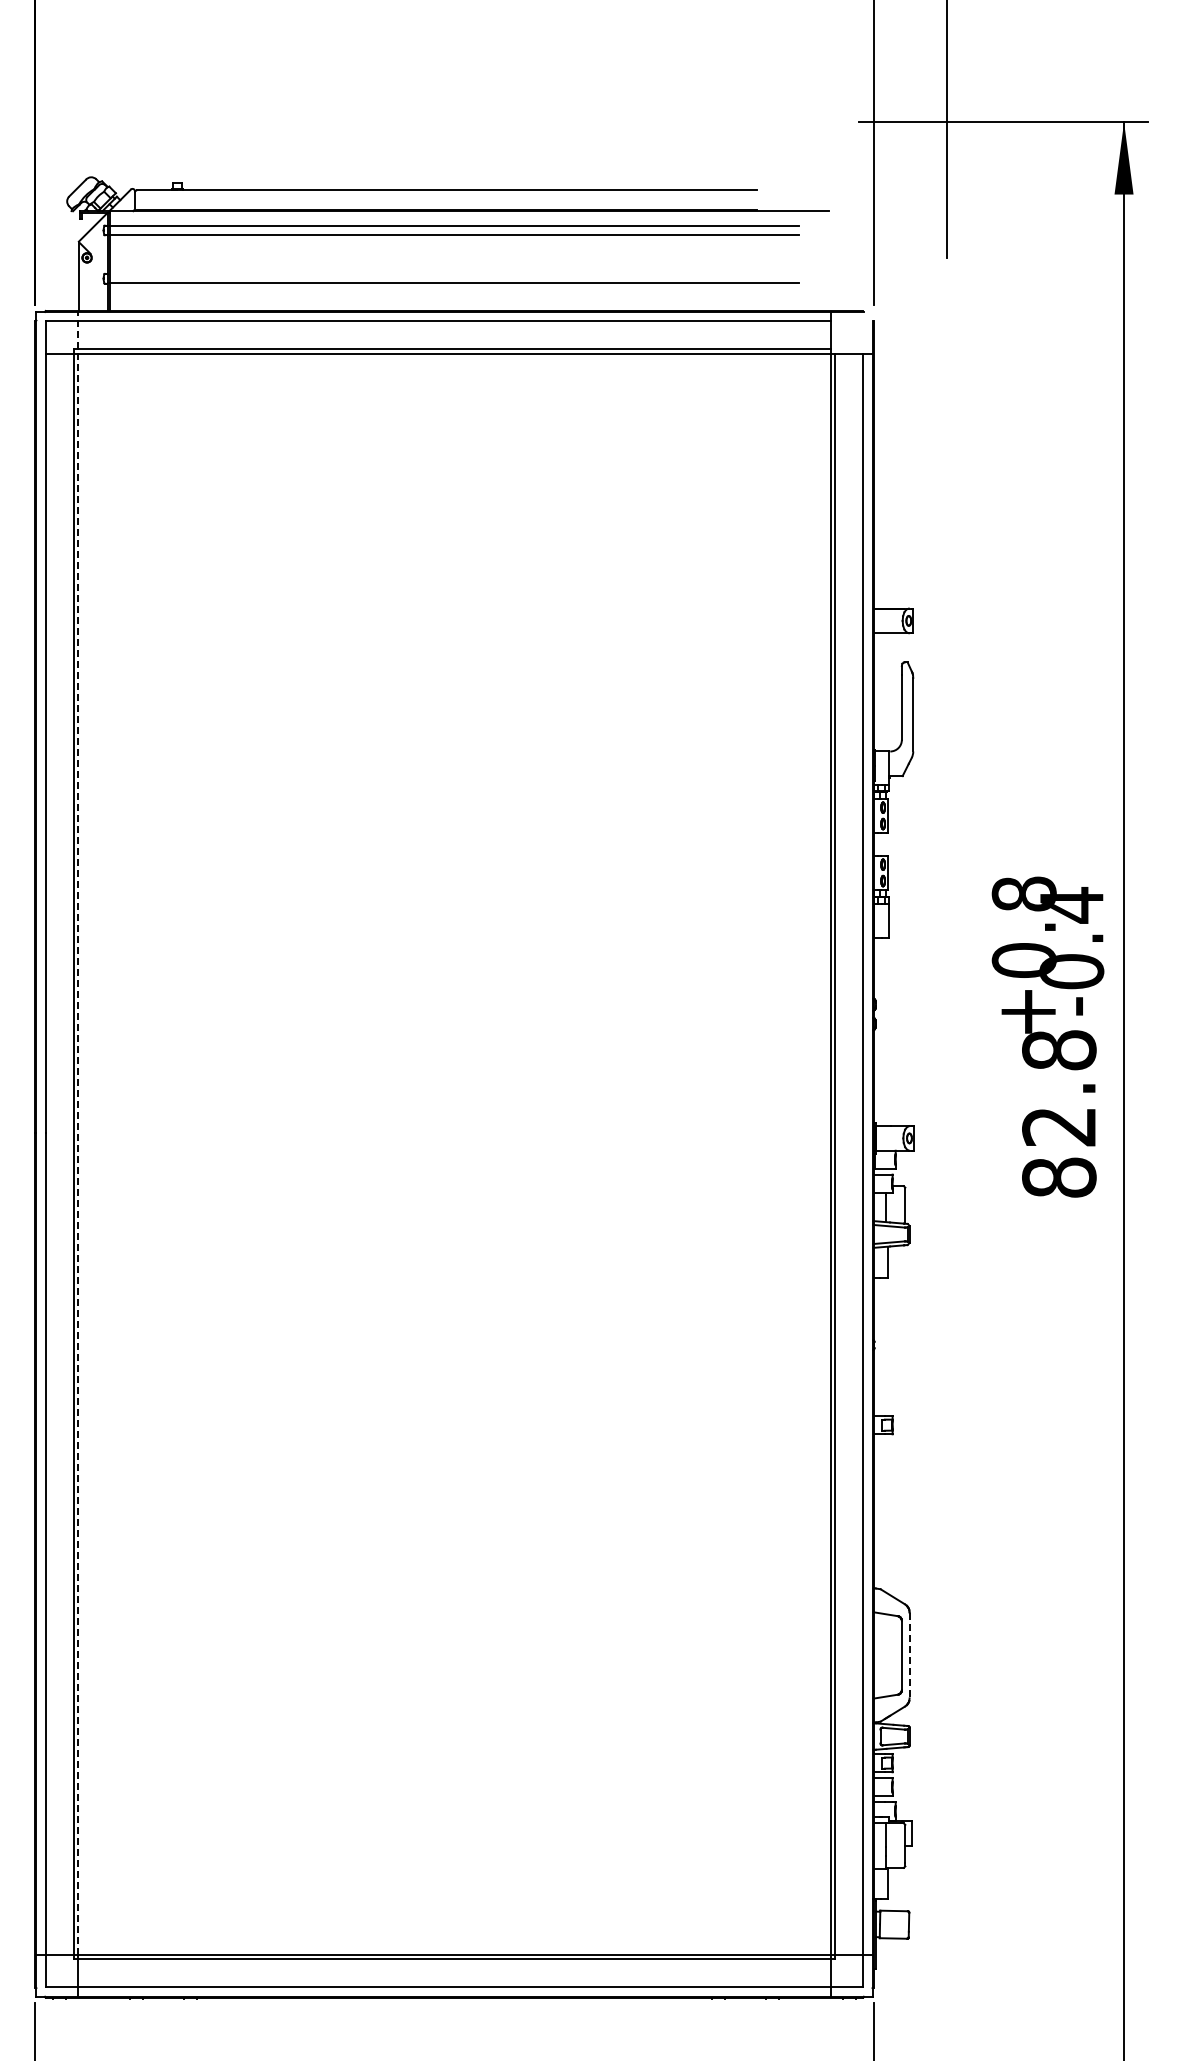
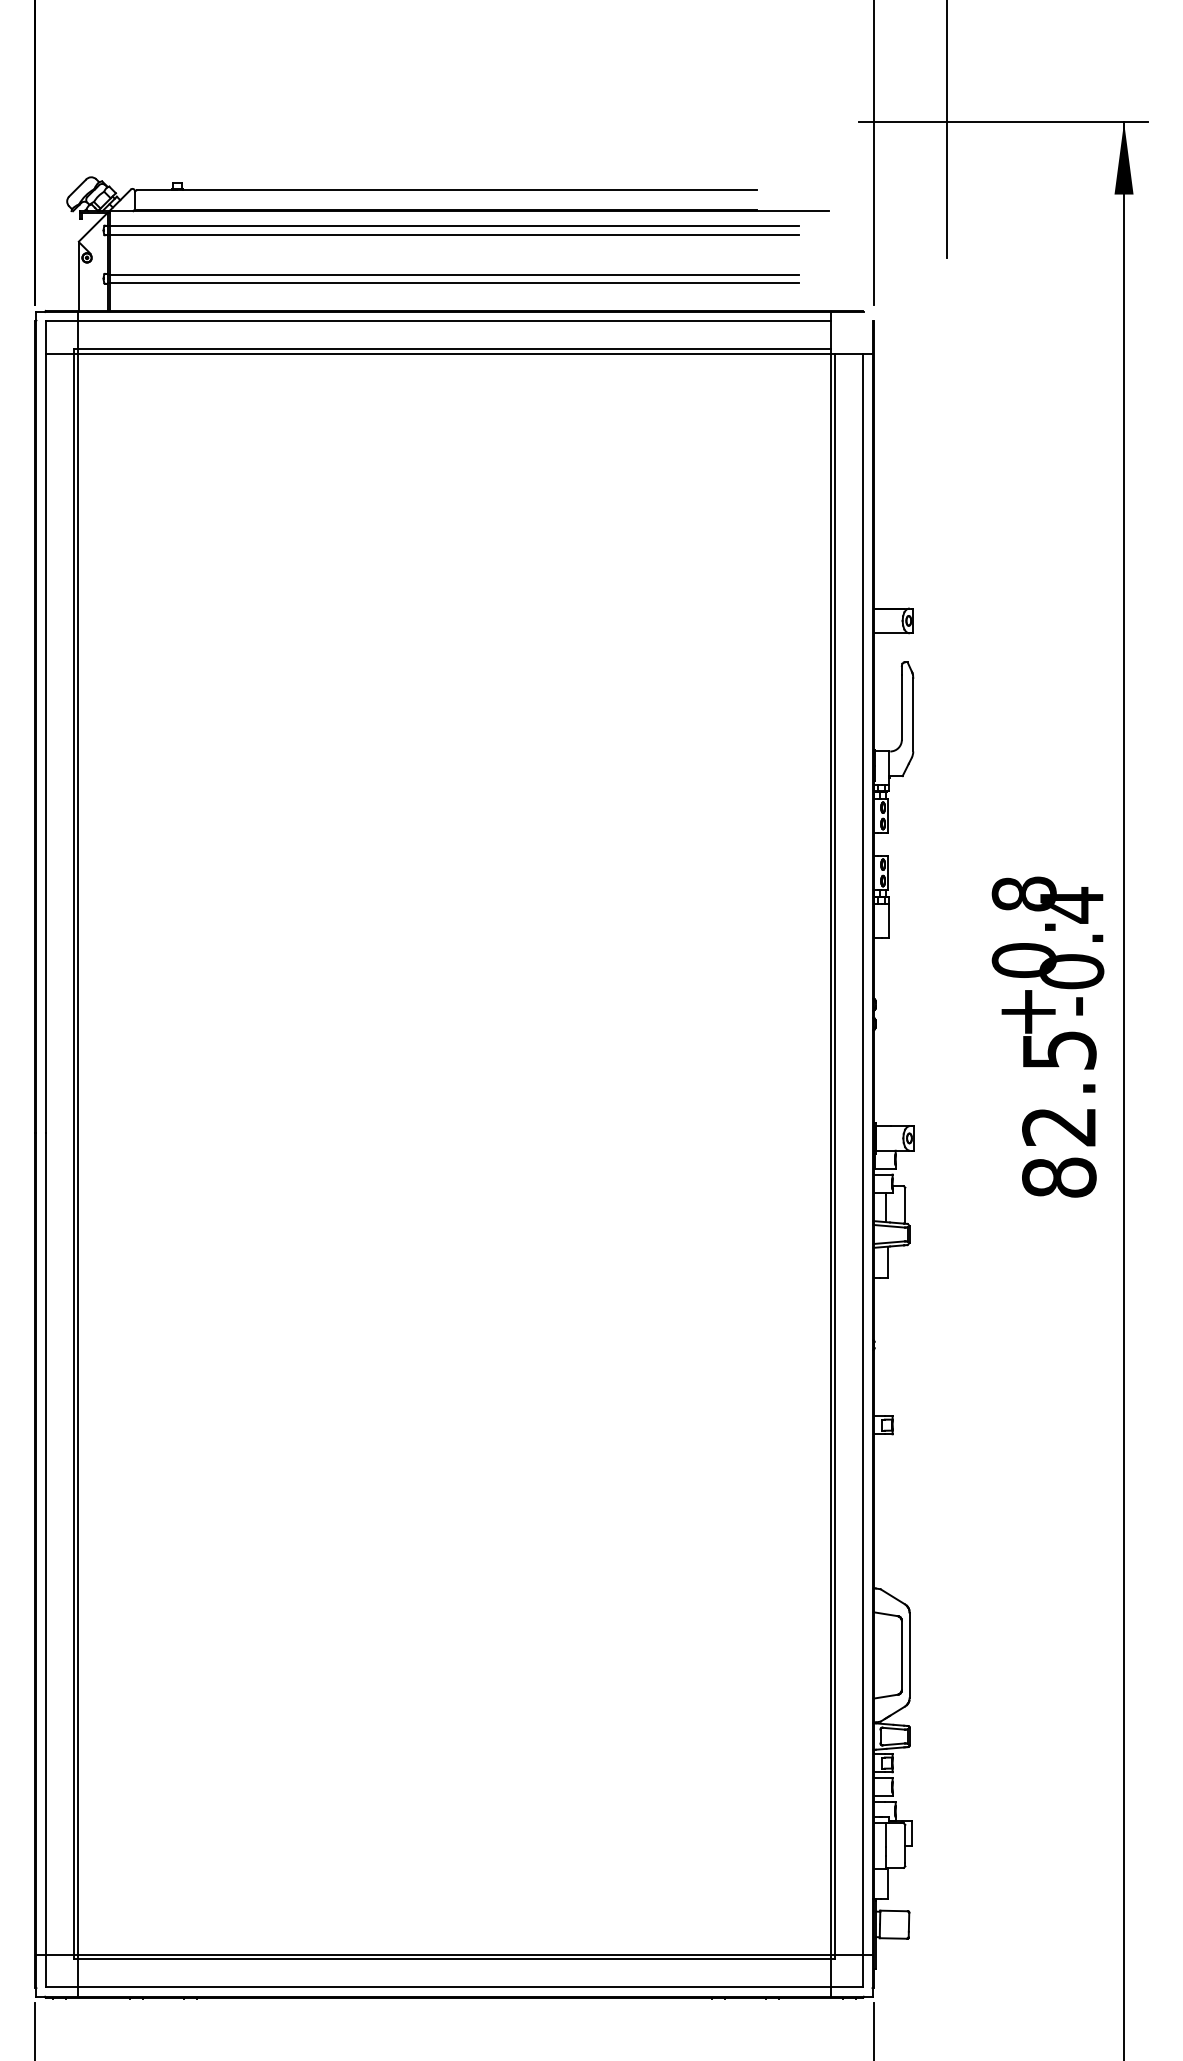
line at (454, 274): none -> present
text at (1059, 1050): 82.8 -> 82.5
line at (78, 1133): dashed -> solid
line at (909, 1655): dashed -> solid
